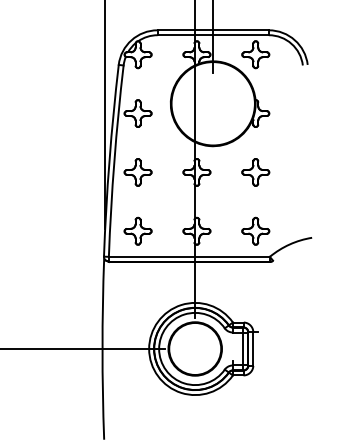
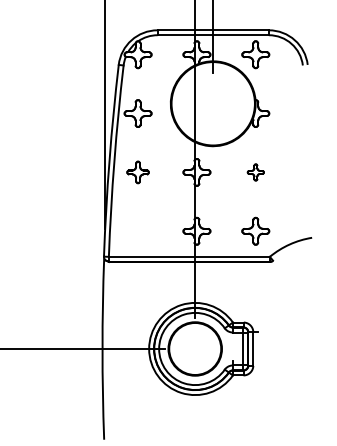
part at (137, 172) size: 30x29 px -> 24x25 px
part at (255, 172) size: 30x29 px -> 19x19 px
part at (137, 230): present -> none
